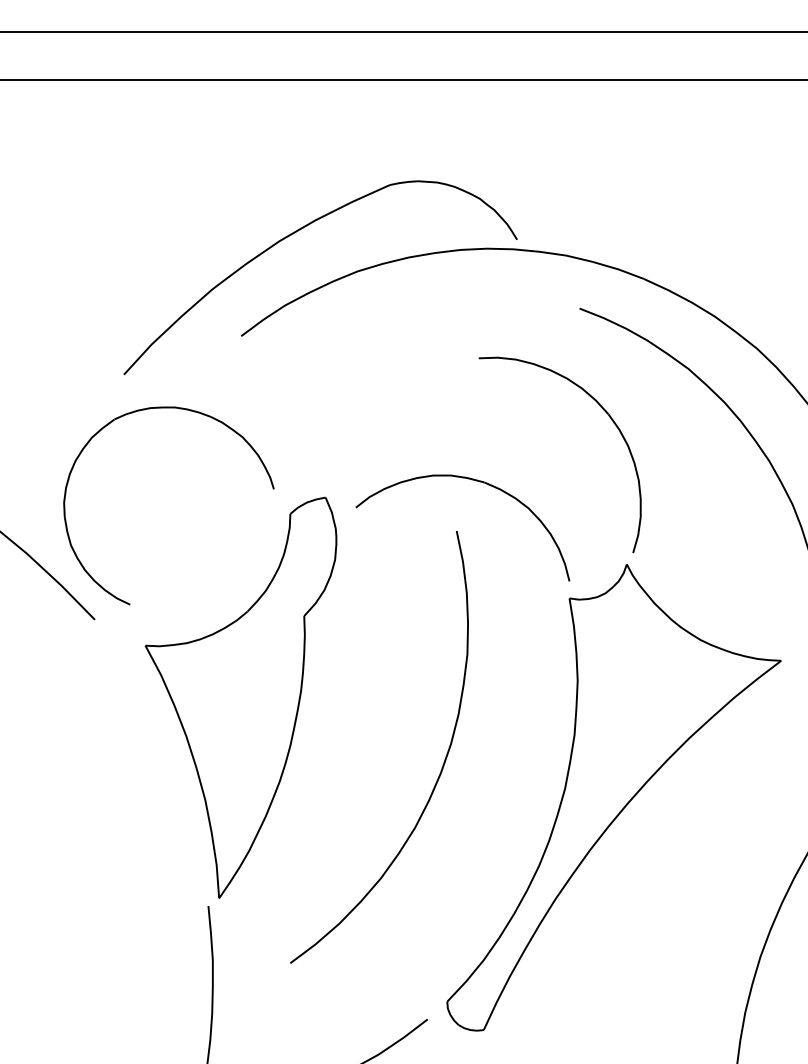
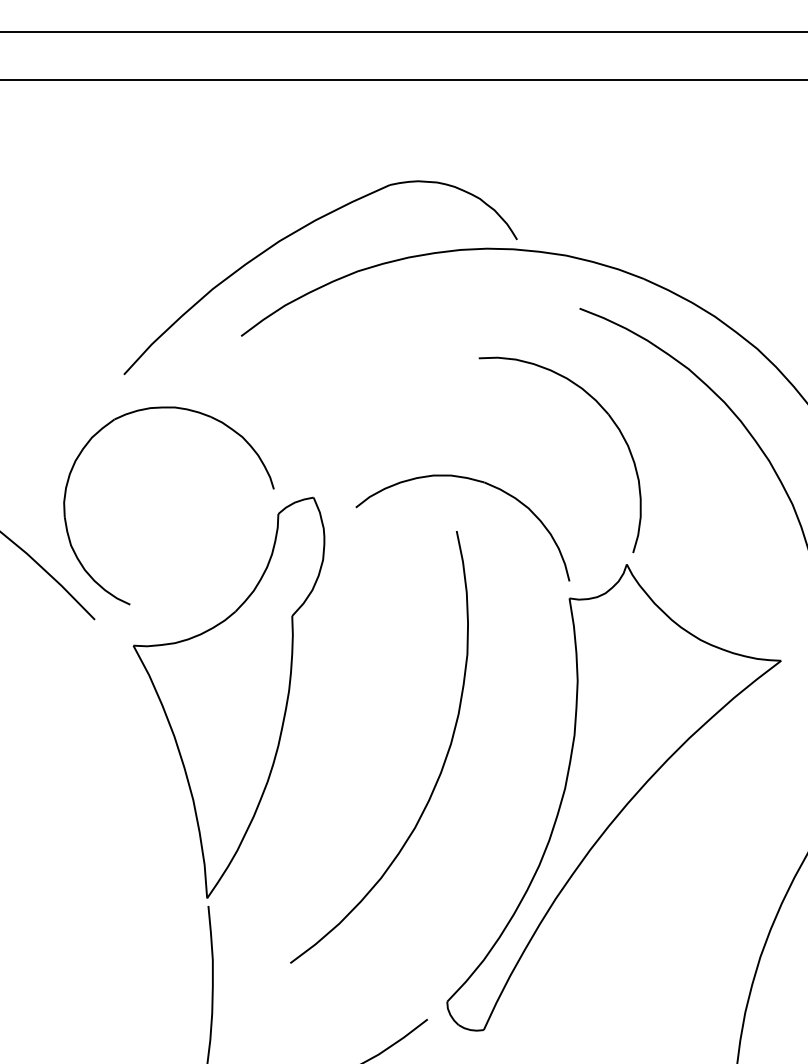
part at (240, 697) position: (240, 697) -> (228, 697)
